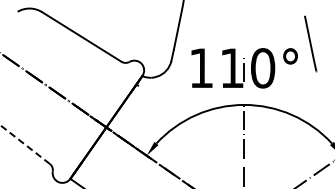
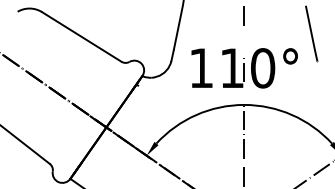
line at (244, 13): none -> present
line at (310, 43) position: (310, 43) -> (311, 33)
line at (24, 144): dashed -> solid
